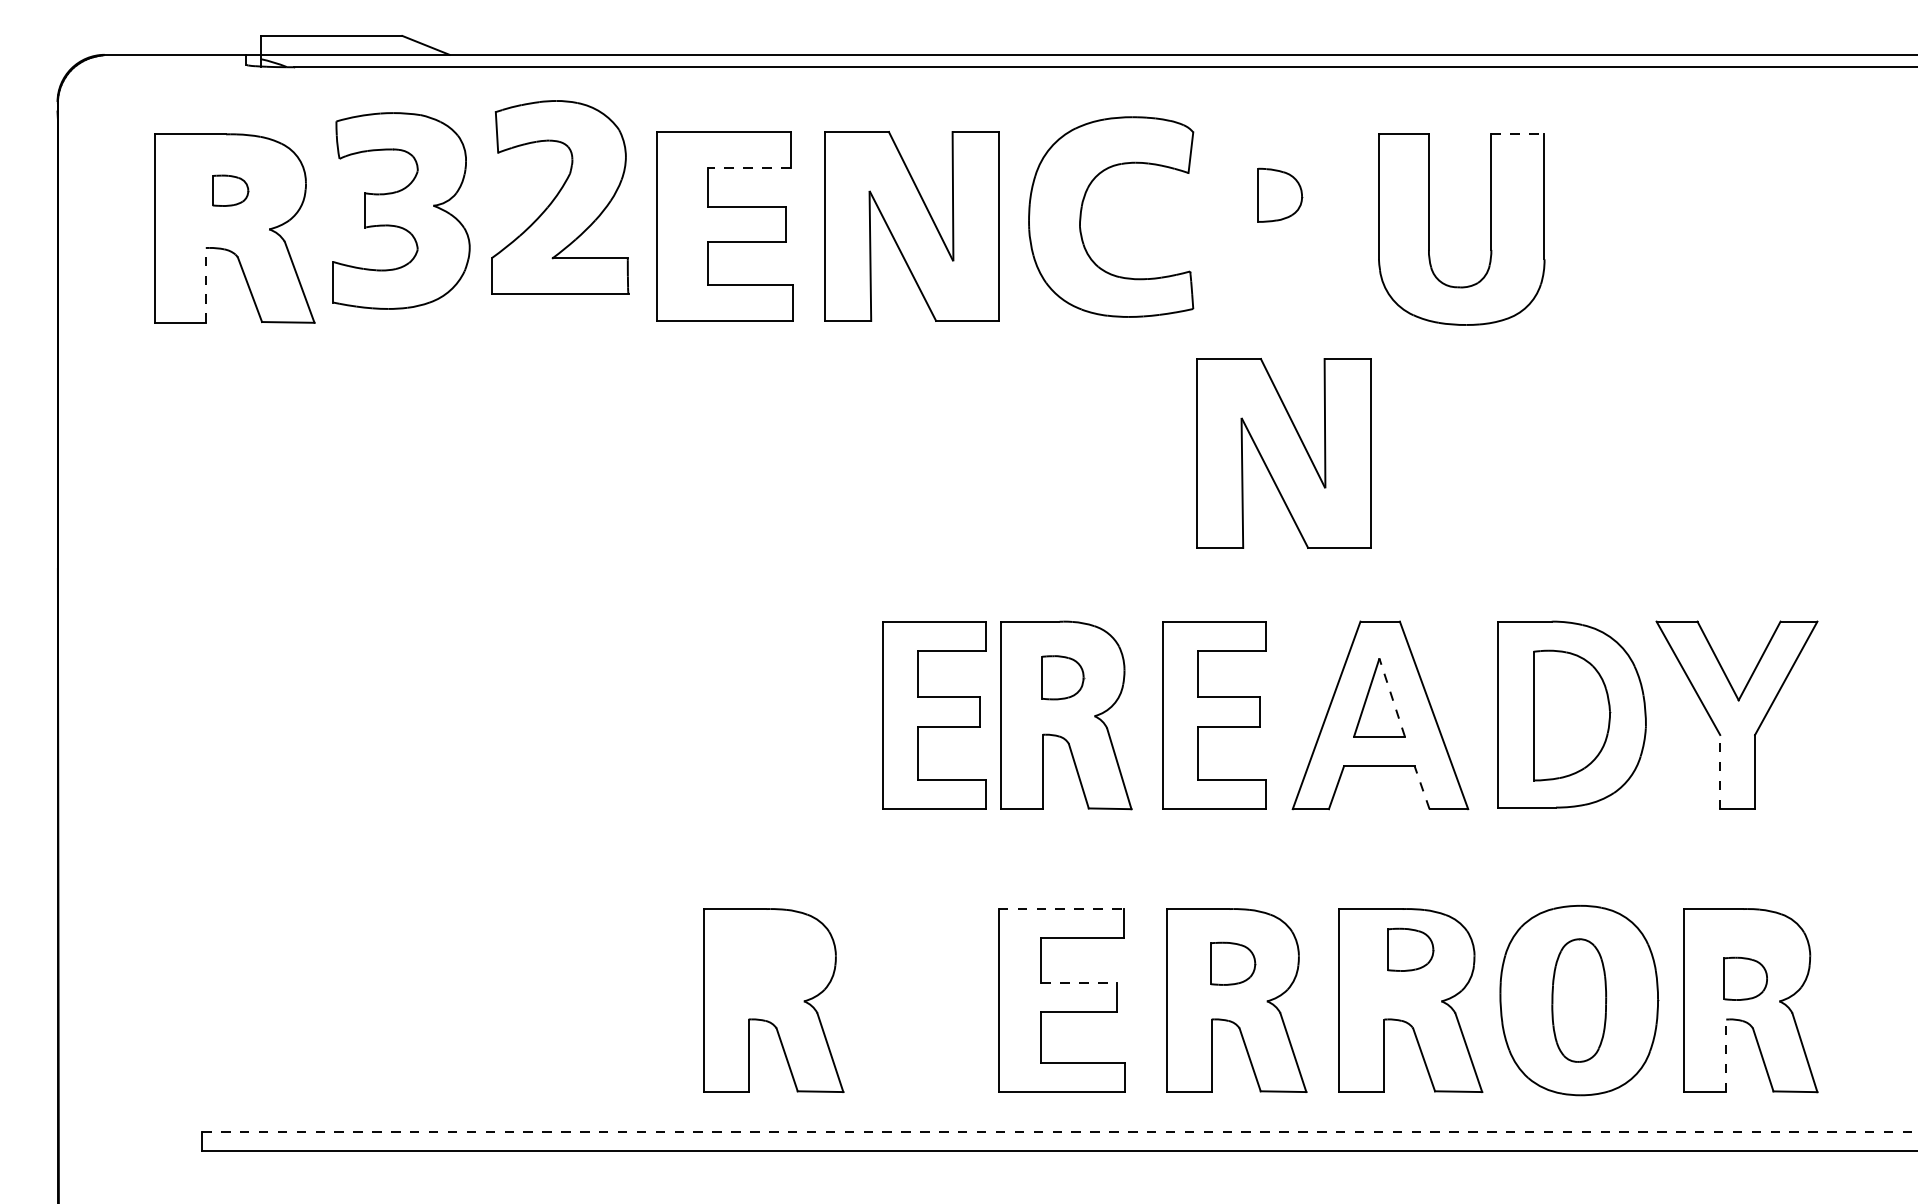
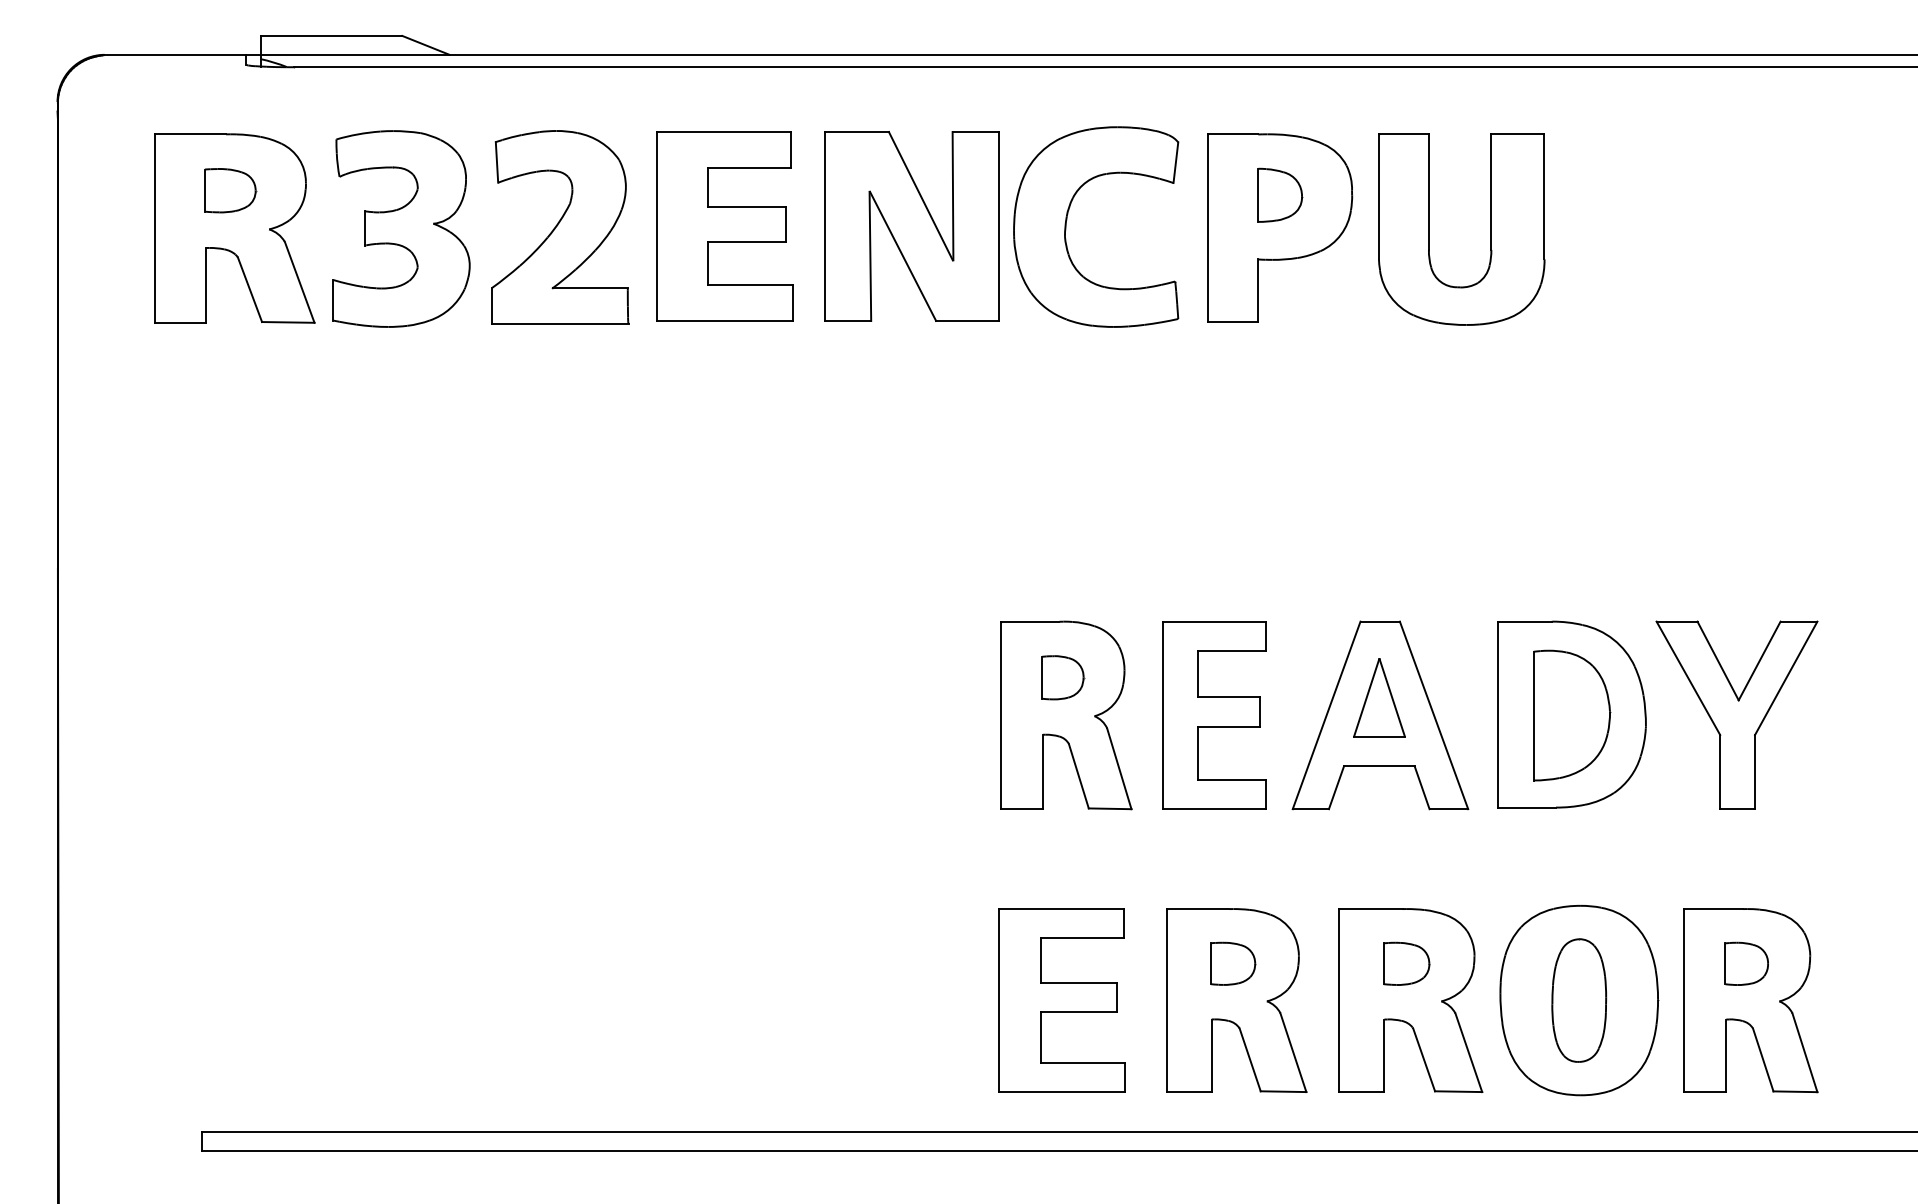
line at (1517, 134): dashed -> solid
line at (748, 167): dashed -> solid
part at (230, 190) size: 38x33 px -> 54x46 px
part at (560, 197) position: (560, 197) -> (560, 227)
part at (401, 210) position: (401, 210) -> (401, 228)
part at (1082, 210) position: (1082, 210) -> (1067, 220)
part at (1280, 227): none -> present
line at (205, 284): dashed -> solid
part at (1283, 453): present -> none
line at (1392, 697): dashed -> solid
part at (934, 715): present -> none
line at (1720, 771): dashed -> solid
line at (1422, 787): dashed -> solid
line at (1061, 909): dashed -> solid
part at (1410, 949) position: (1410, 949) -> (1406, 963)
part at (1745, 978) position: (1745, 978) -> (1746, 963)
line at (1079, 983): dashed -> solid
part at (773, 1000): present -> none
line at (1726, 1055): dashed -> solid
line at (1059, 1131): dashed -> solid
